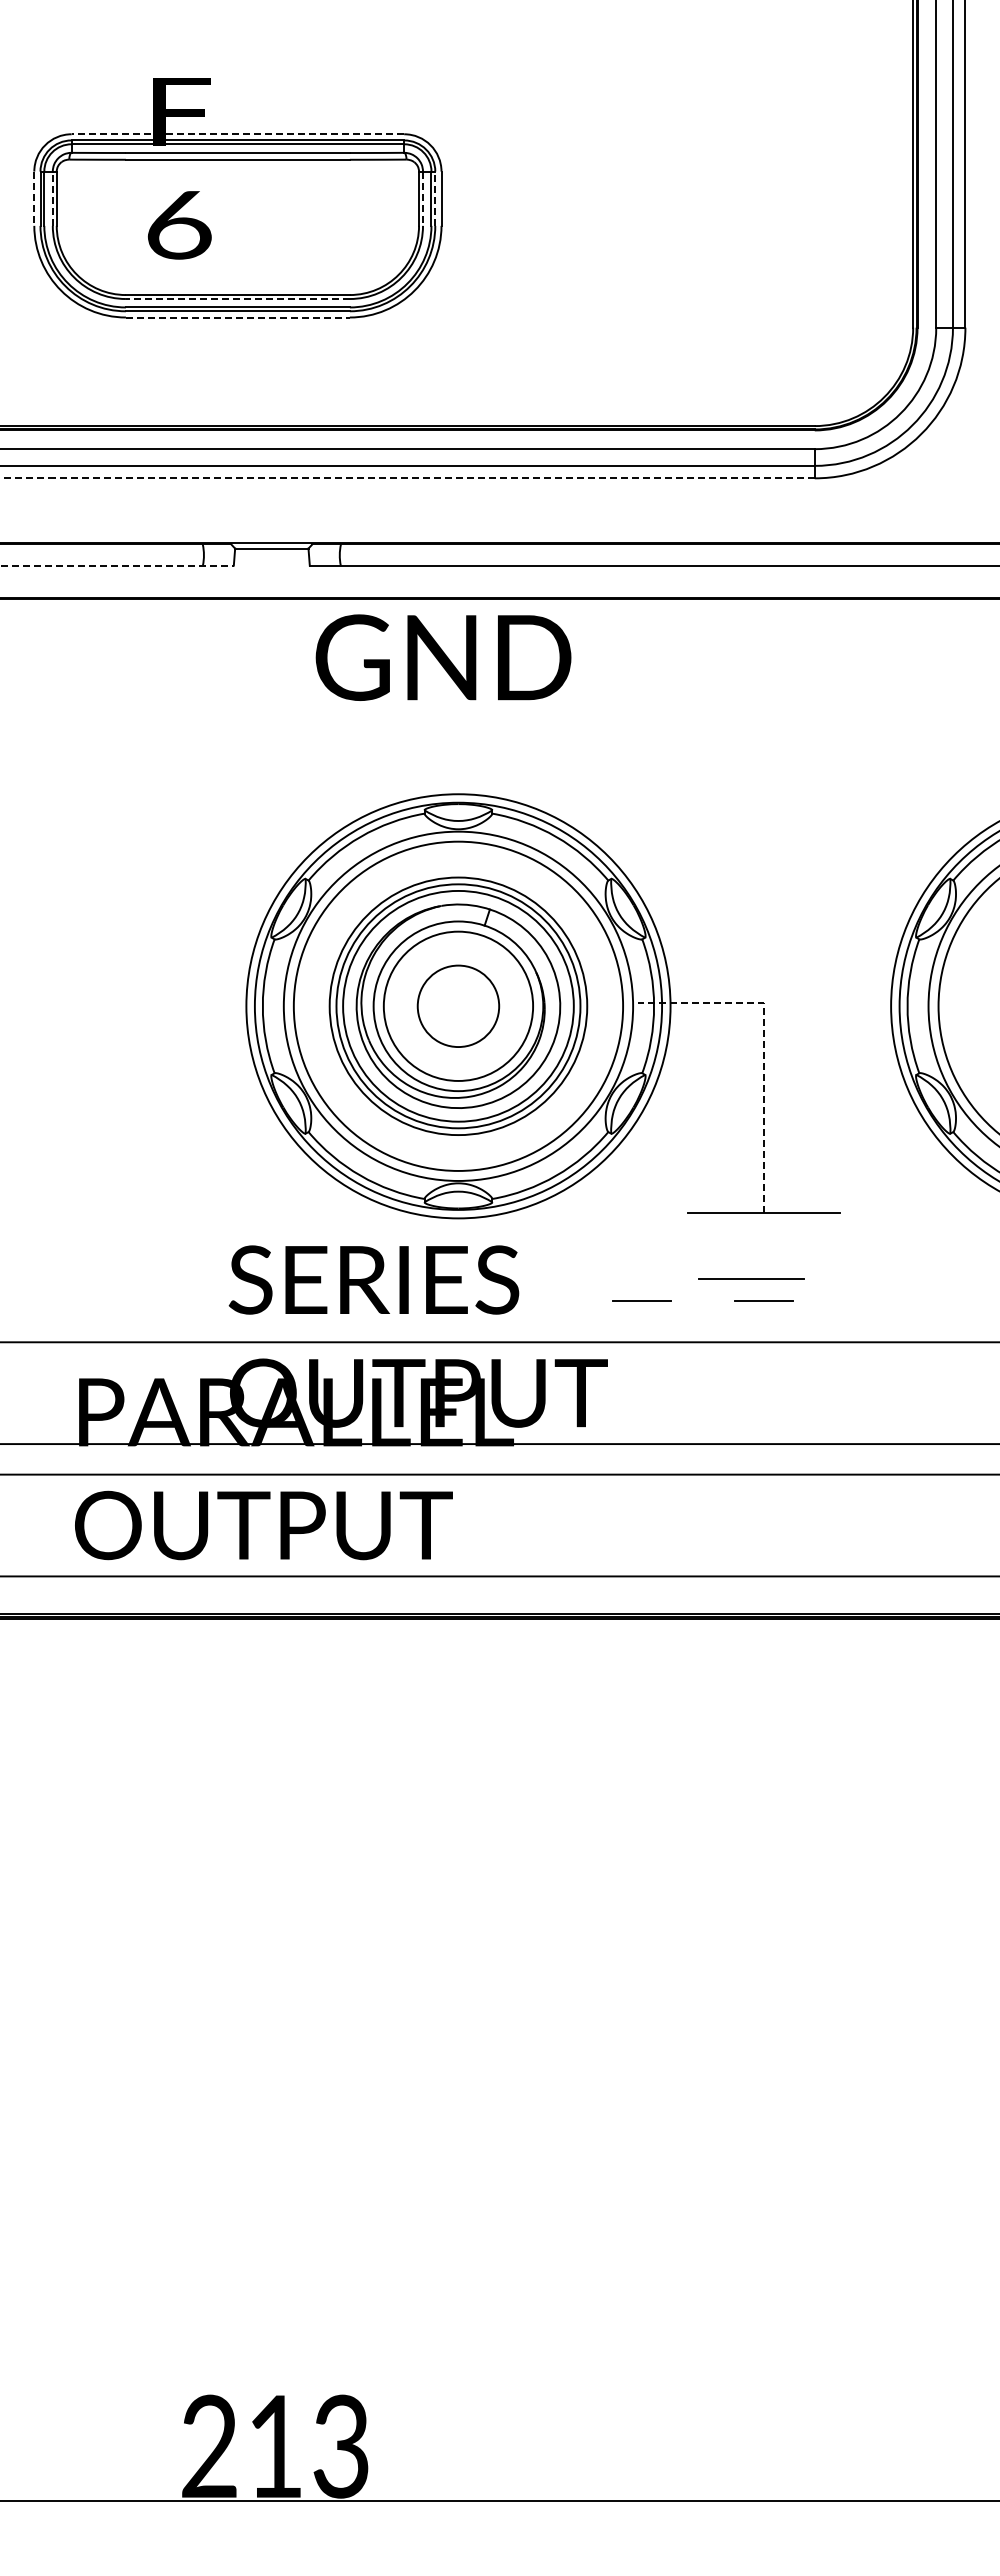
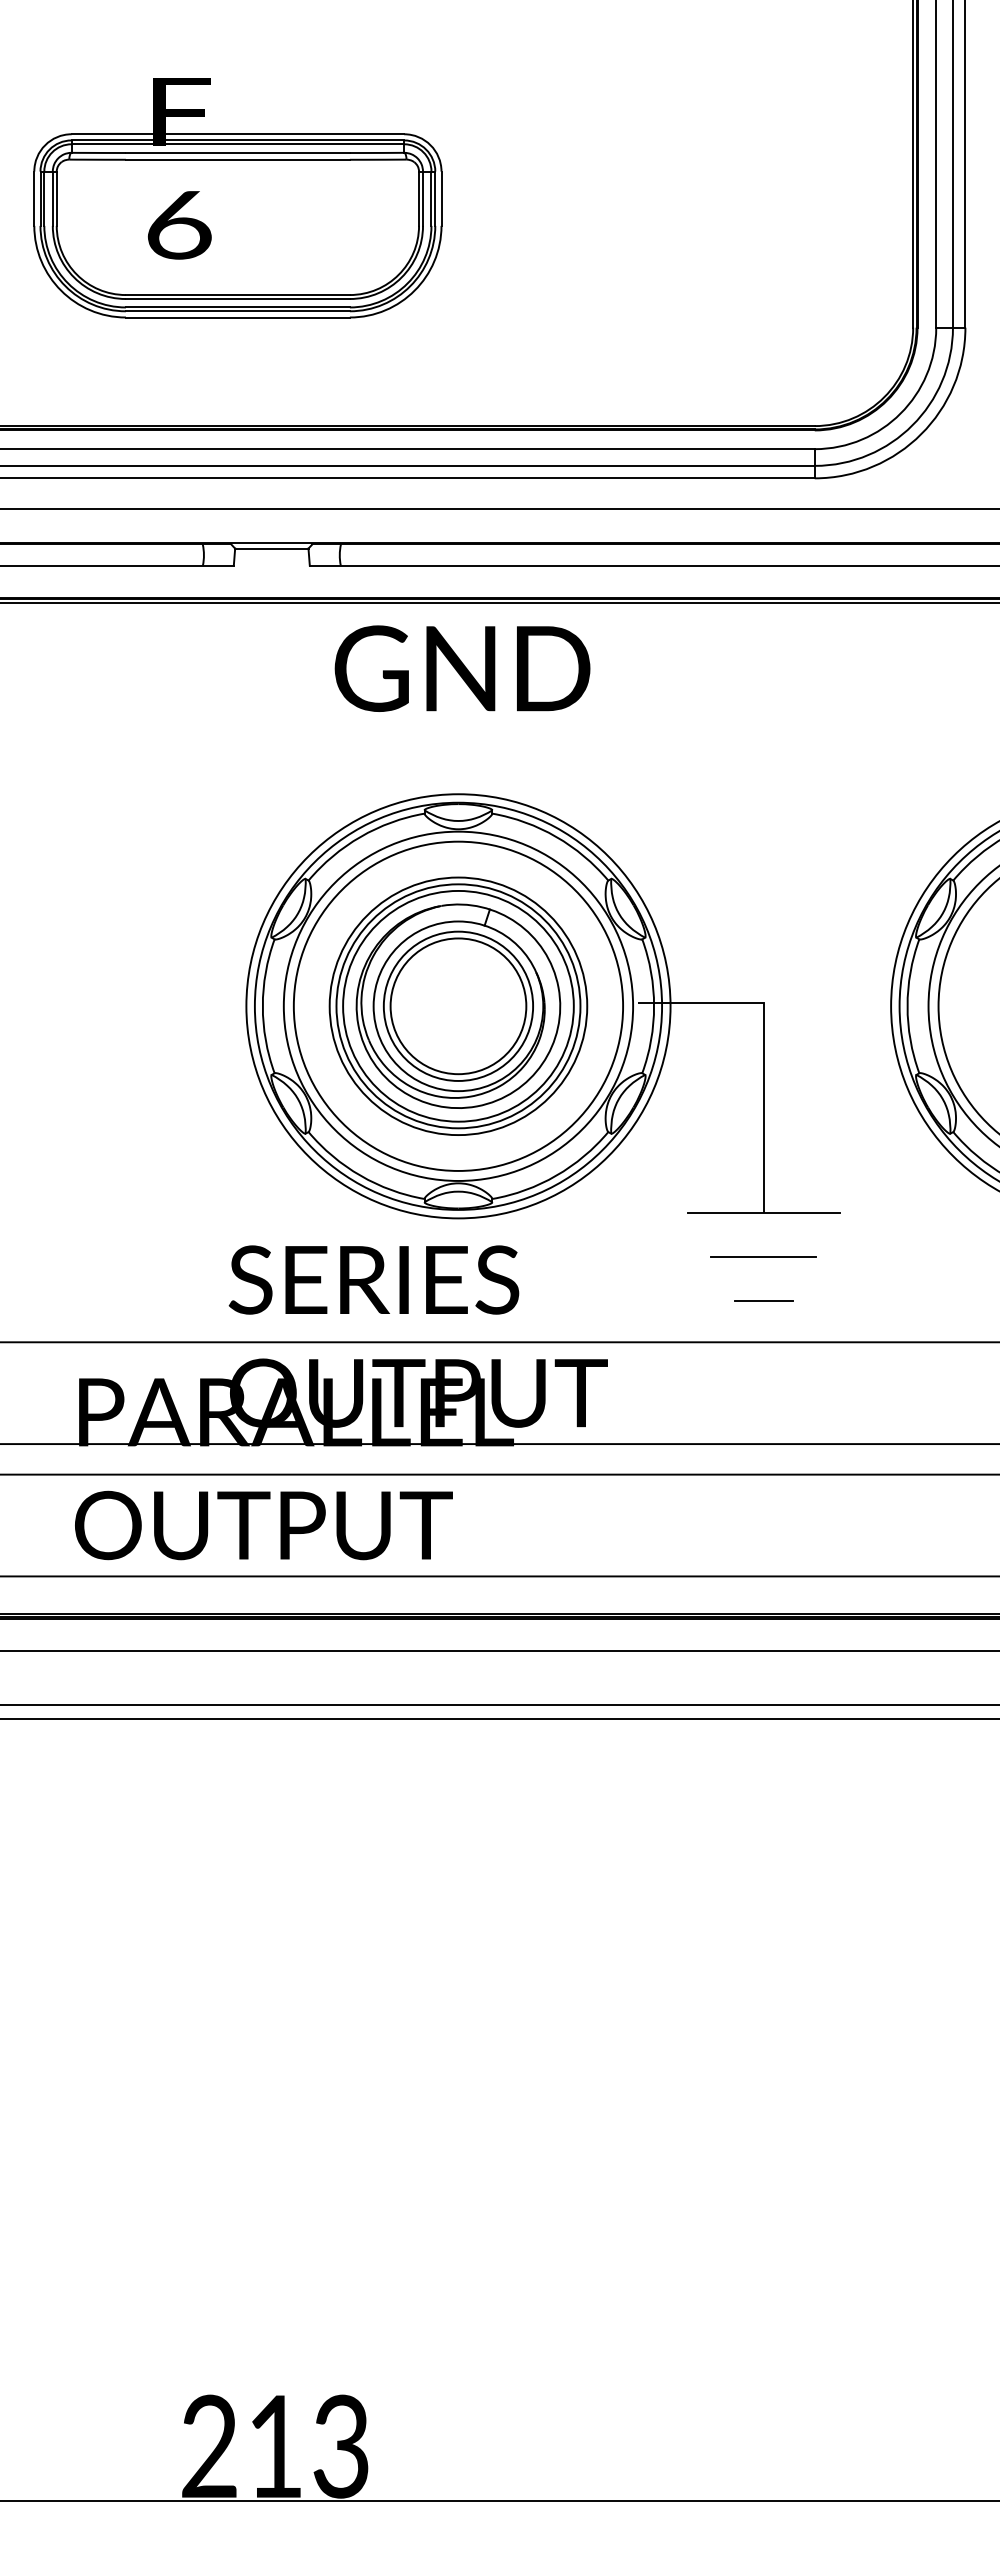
line at (237, 134): dashed -> solid
line at (52, 198): dashed -> solid
line at (435, 198): dashed -> solid
line at (34, 199): dashed -> solid
line at (423, 199): dashed -> solid
line at (237, 299): dashed -> solid
line at (237, 317): dashed -> solid
line at (407, 478): dashed -> solid
line at (499, 508): none -> present
line at (116, 565): dashed -> solid
line at (499, 602): none -> present
text at (443, 657) position: (443, 657) -> (462, 668)
circle at (458, 1006) diameter: 81 px -> 136 px
line at (763, 1044): dashed -> solid
line at (751, 1278) position: (751, 1278) -> (763, 1256)
line at (641, 1300): present -> none
line at (499, 1651): none -> present
line at (499, 1704): none -> present
line at (499, 1718): none -> present
